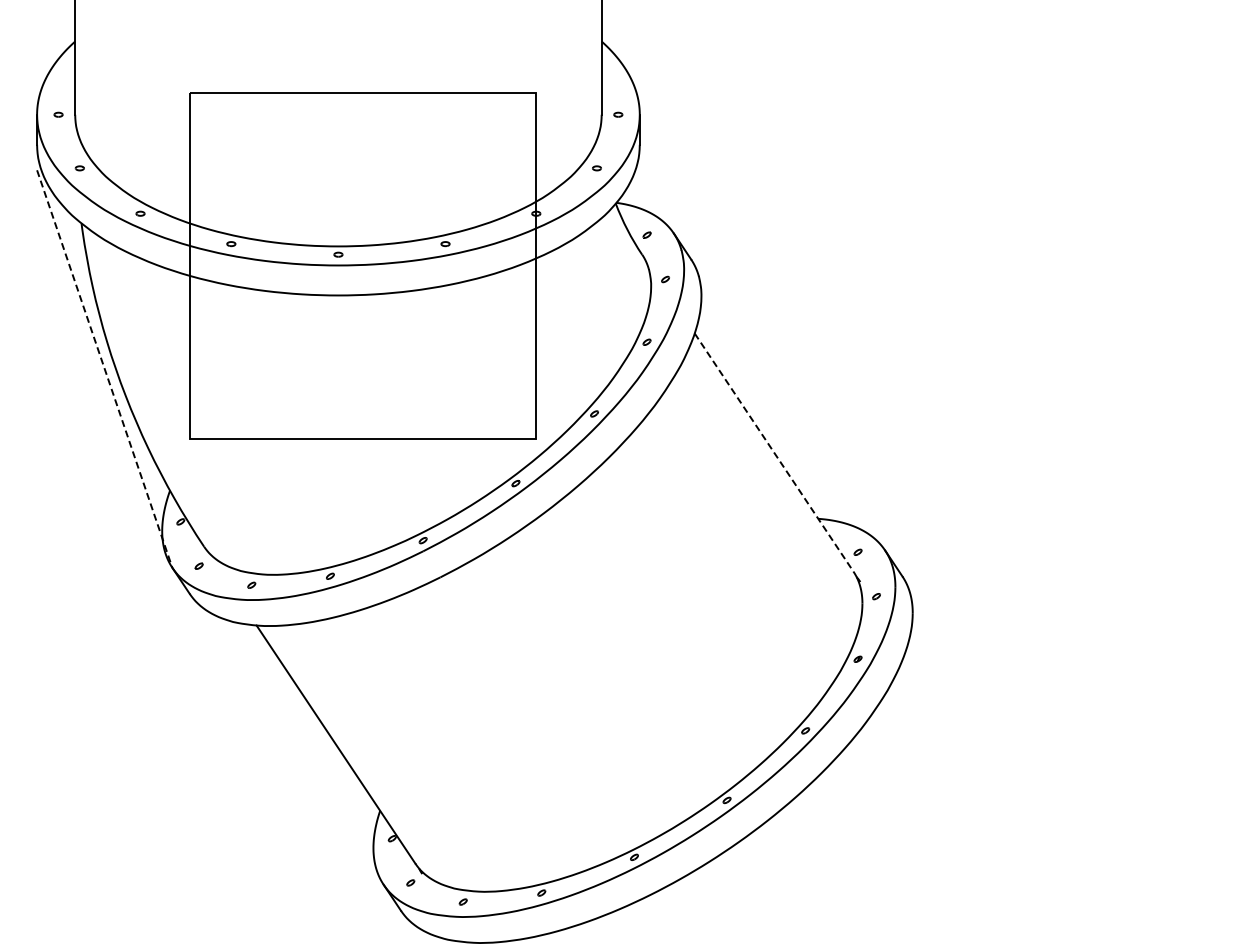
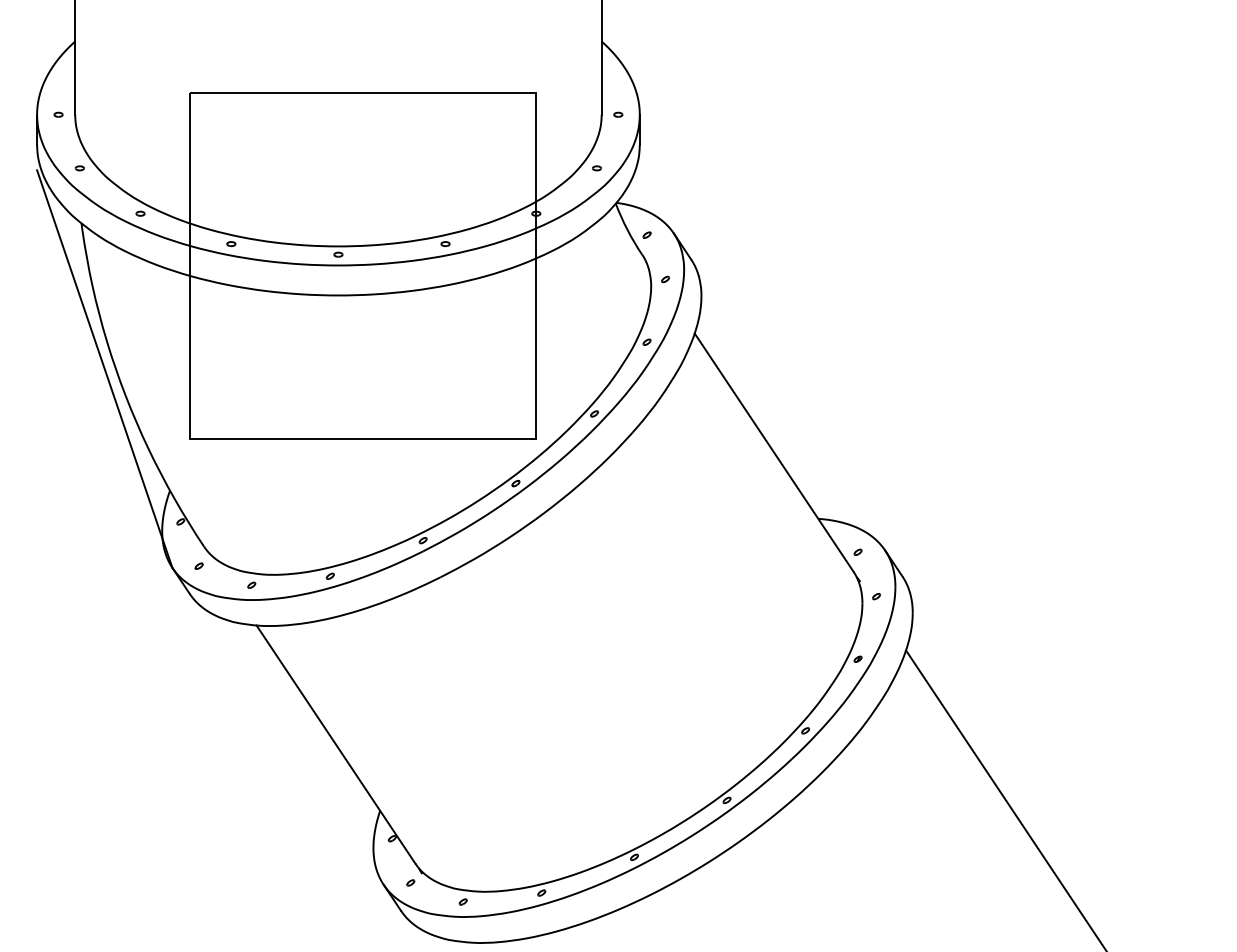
line at (104, 369): dashed -> solid
line at (774, 453): dashed -> solid
line at (1005, 799): none -> present
